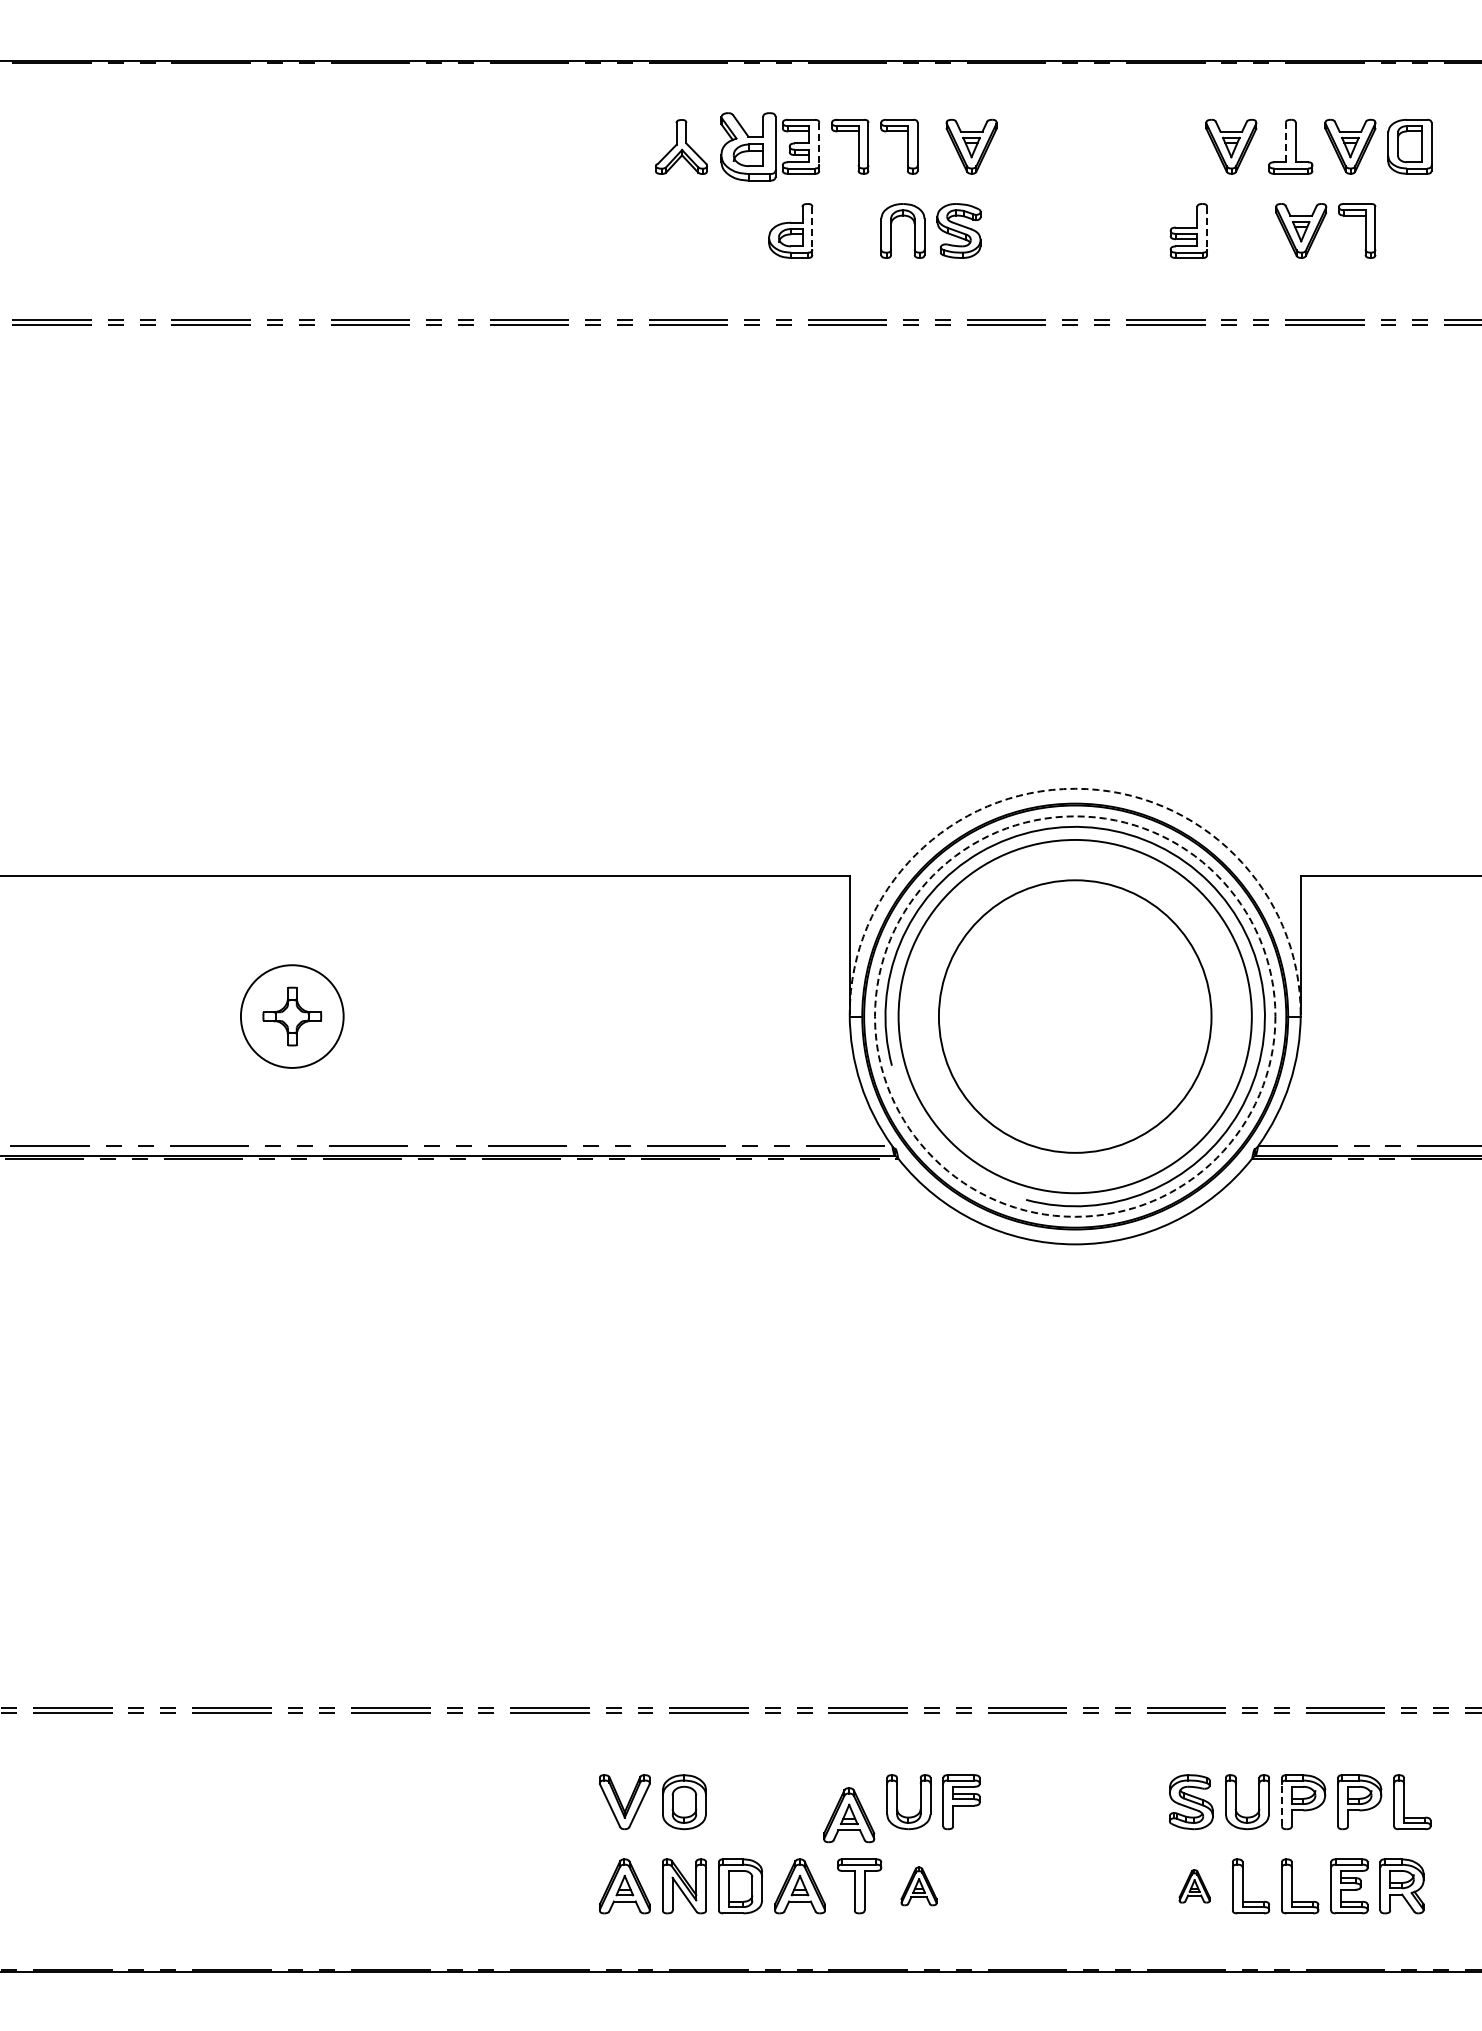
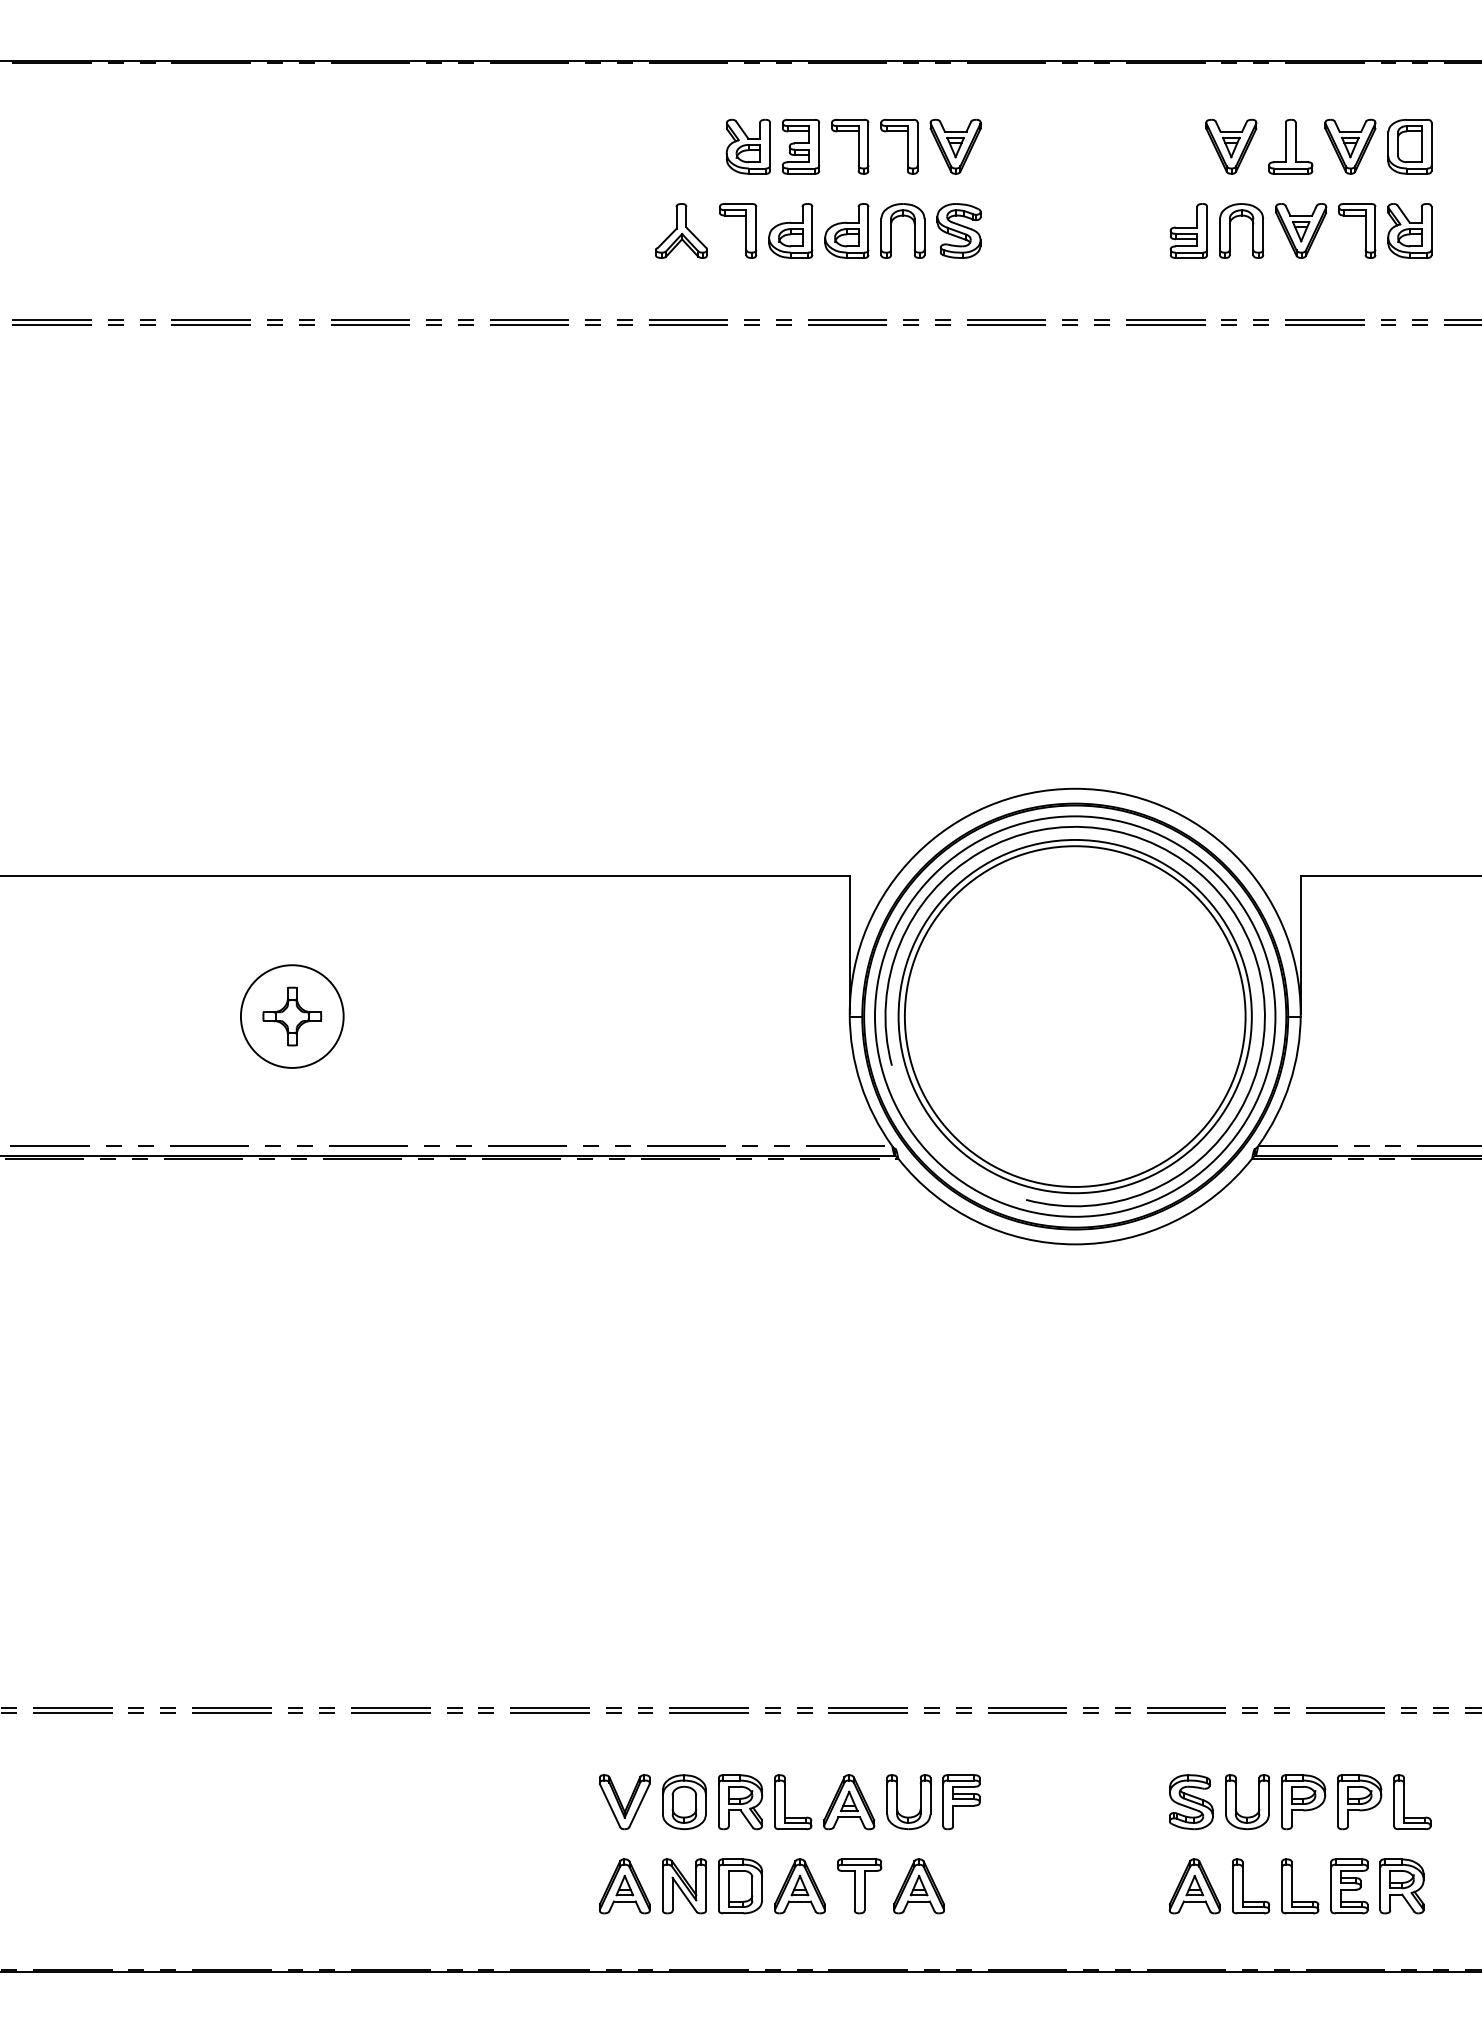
line at (1285, 142): dashed -> solid
line at (819, 144): dashed -> solid
part at (681, 146) position: (681, 146) -> (681, 230)
part at (748, 146) size: 57x70 px -> 46x57 px
part at (971, 146) position: (971, 146) -> (955, 146)
line at (812, 228): dashed -> solid
line at (1207, 228): dashed -> solid
part at (745, 230): none -> present
part at (846, 230): none -> present
part at (1230, 230): none -> present
part at (1409, 230): none -> present
arc at (1075, 788): dashed -> solid
circle at (1074, 1016) diameter: 273 px -> 341 px
circle at (1075, 1016): dashed -> solid
part at (740, 1802): none -> present
part at (785, 1802): none -> present
line at (1282, 1804): dashed -> solid
part at (849, 1815) position: (849, 1815) -> (849, 1802)
part at (918, 1886) size: 38x41 px -> 52x57 px
part at (1194, 1886) size: 33x35 px -> 53x57 px
